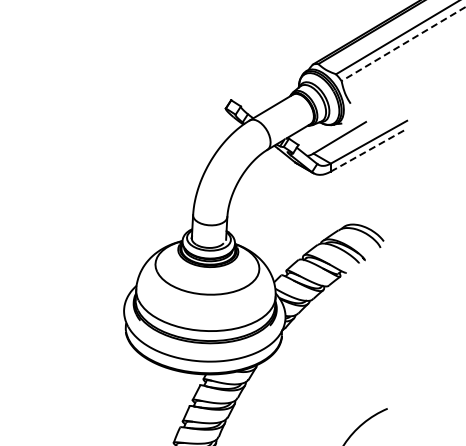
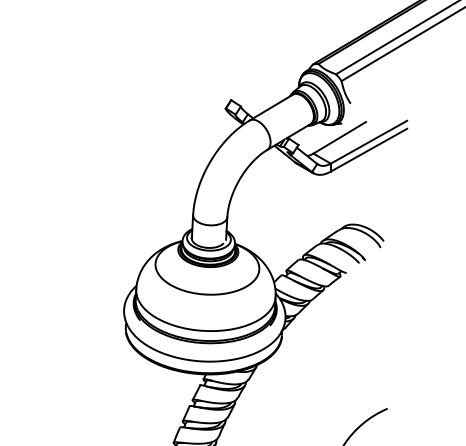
line at (403, 44): dashed -> solid
line at (369, 150): dashed -> solid
